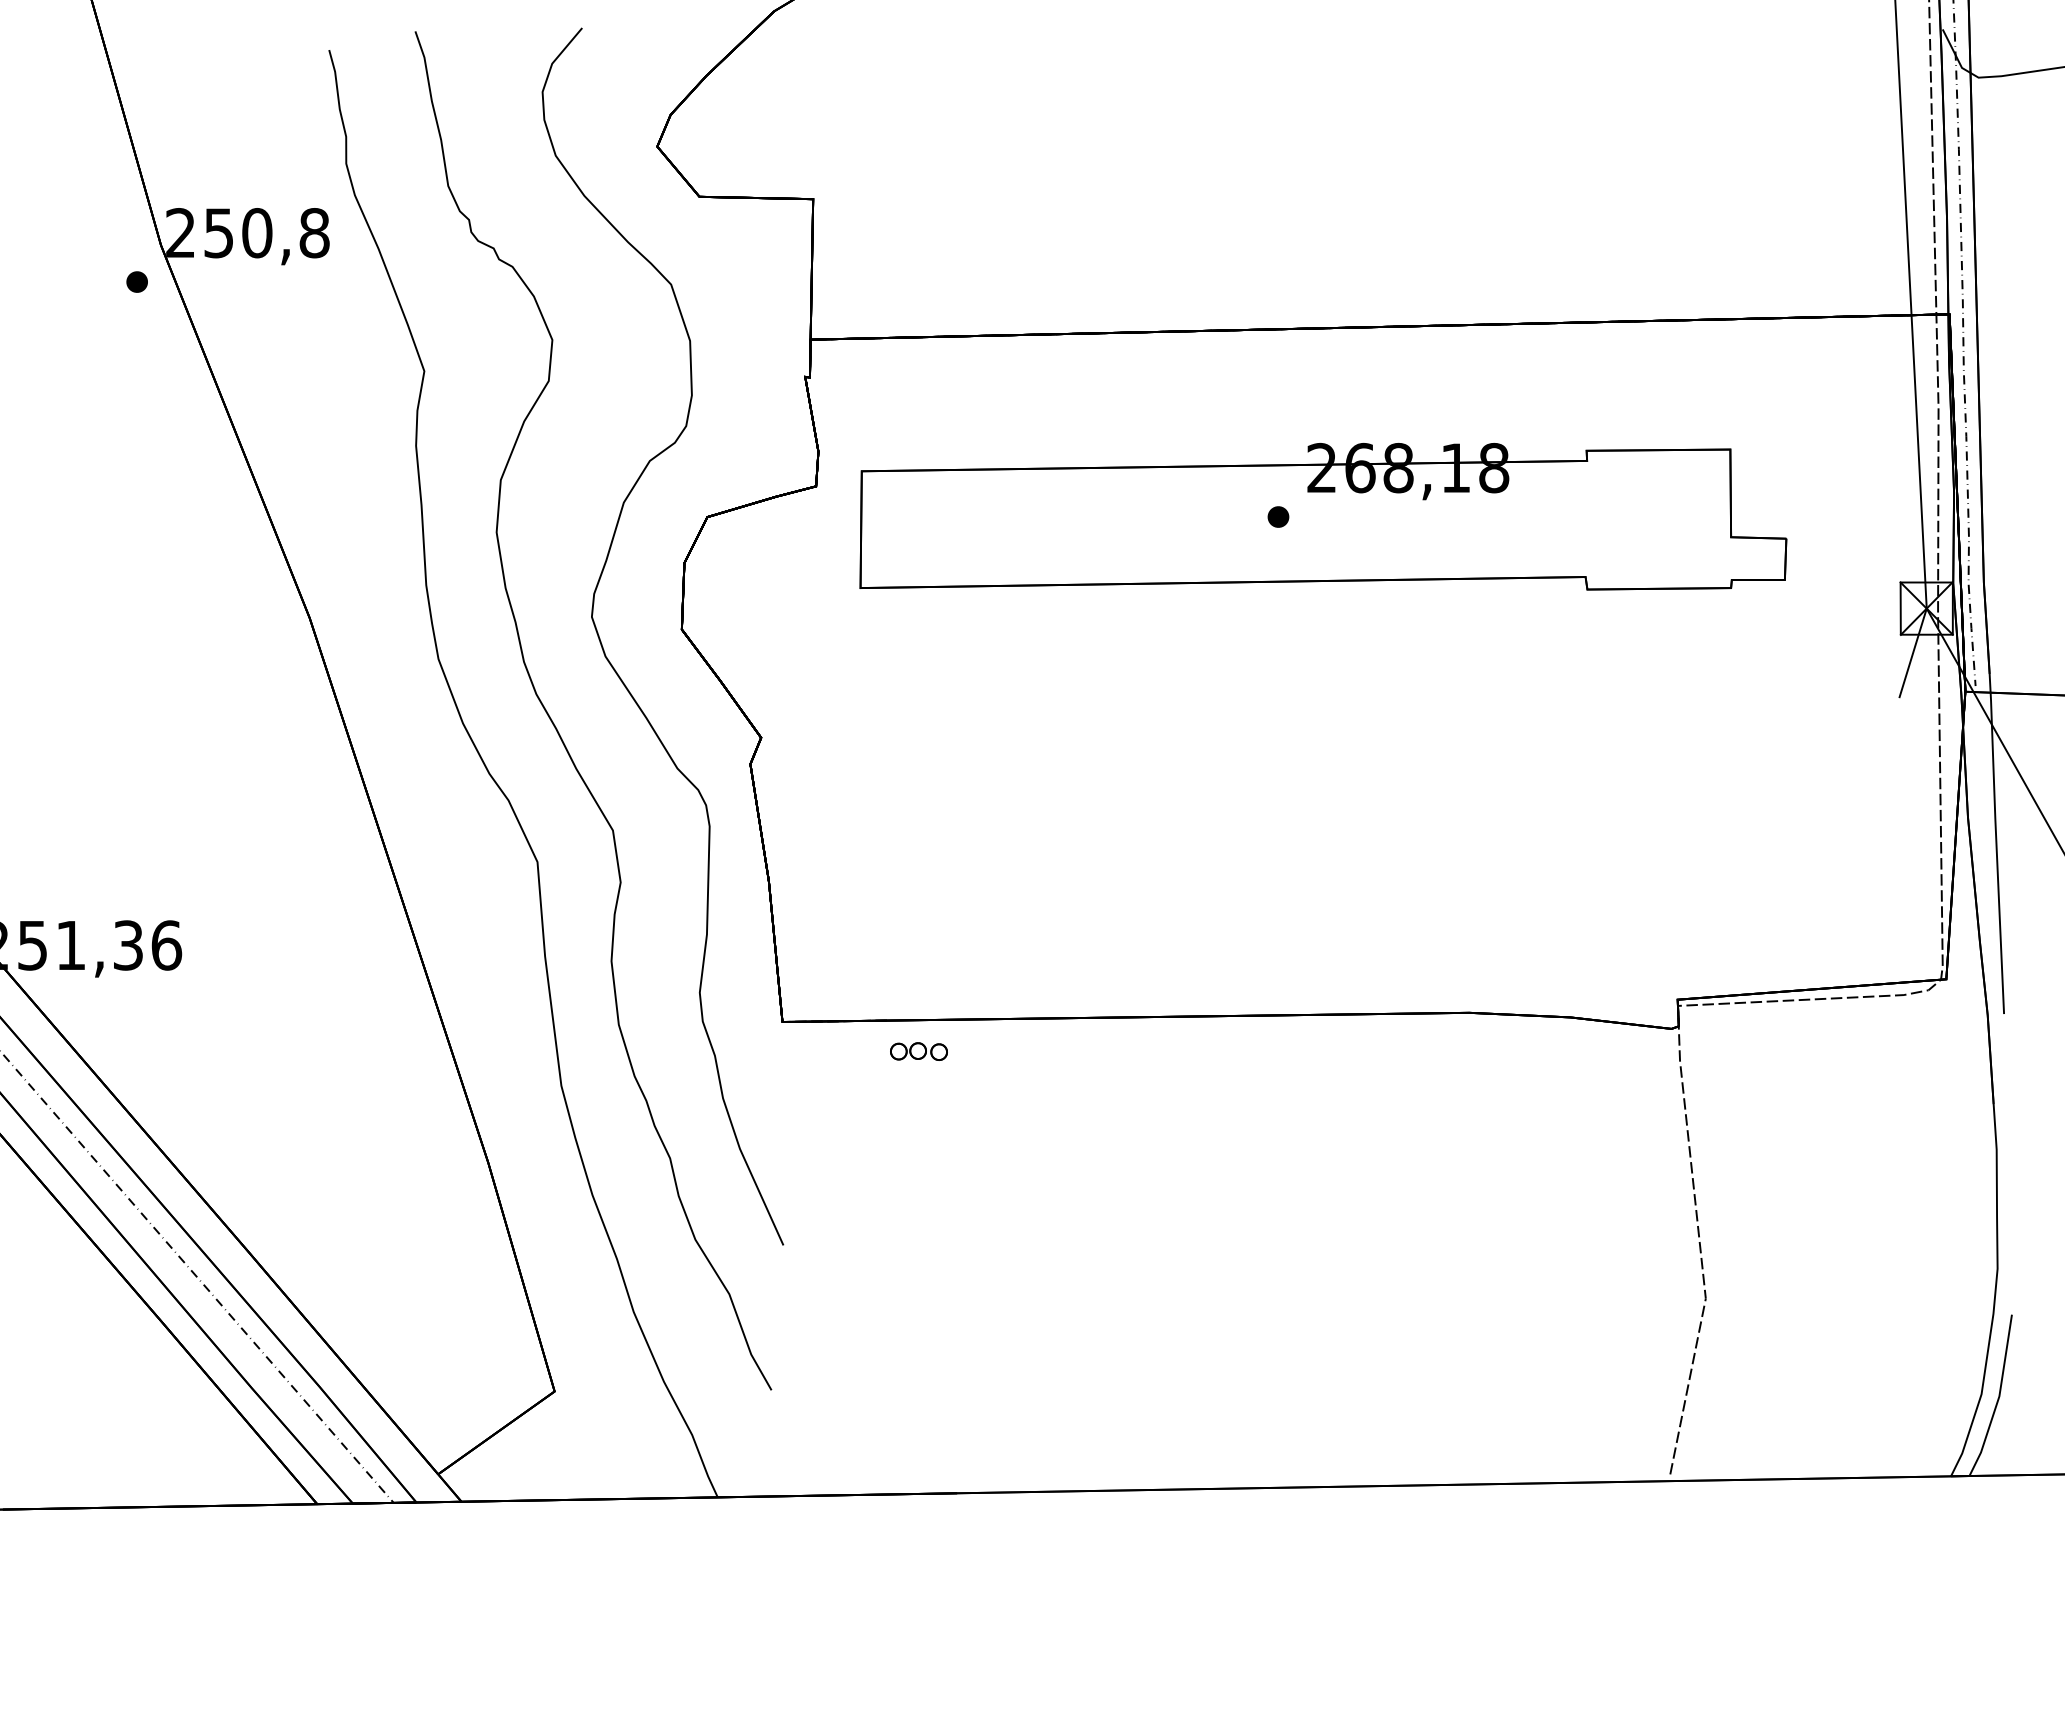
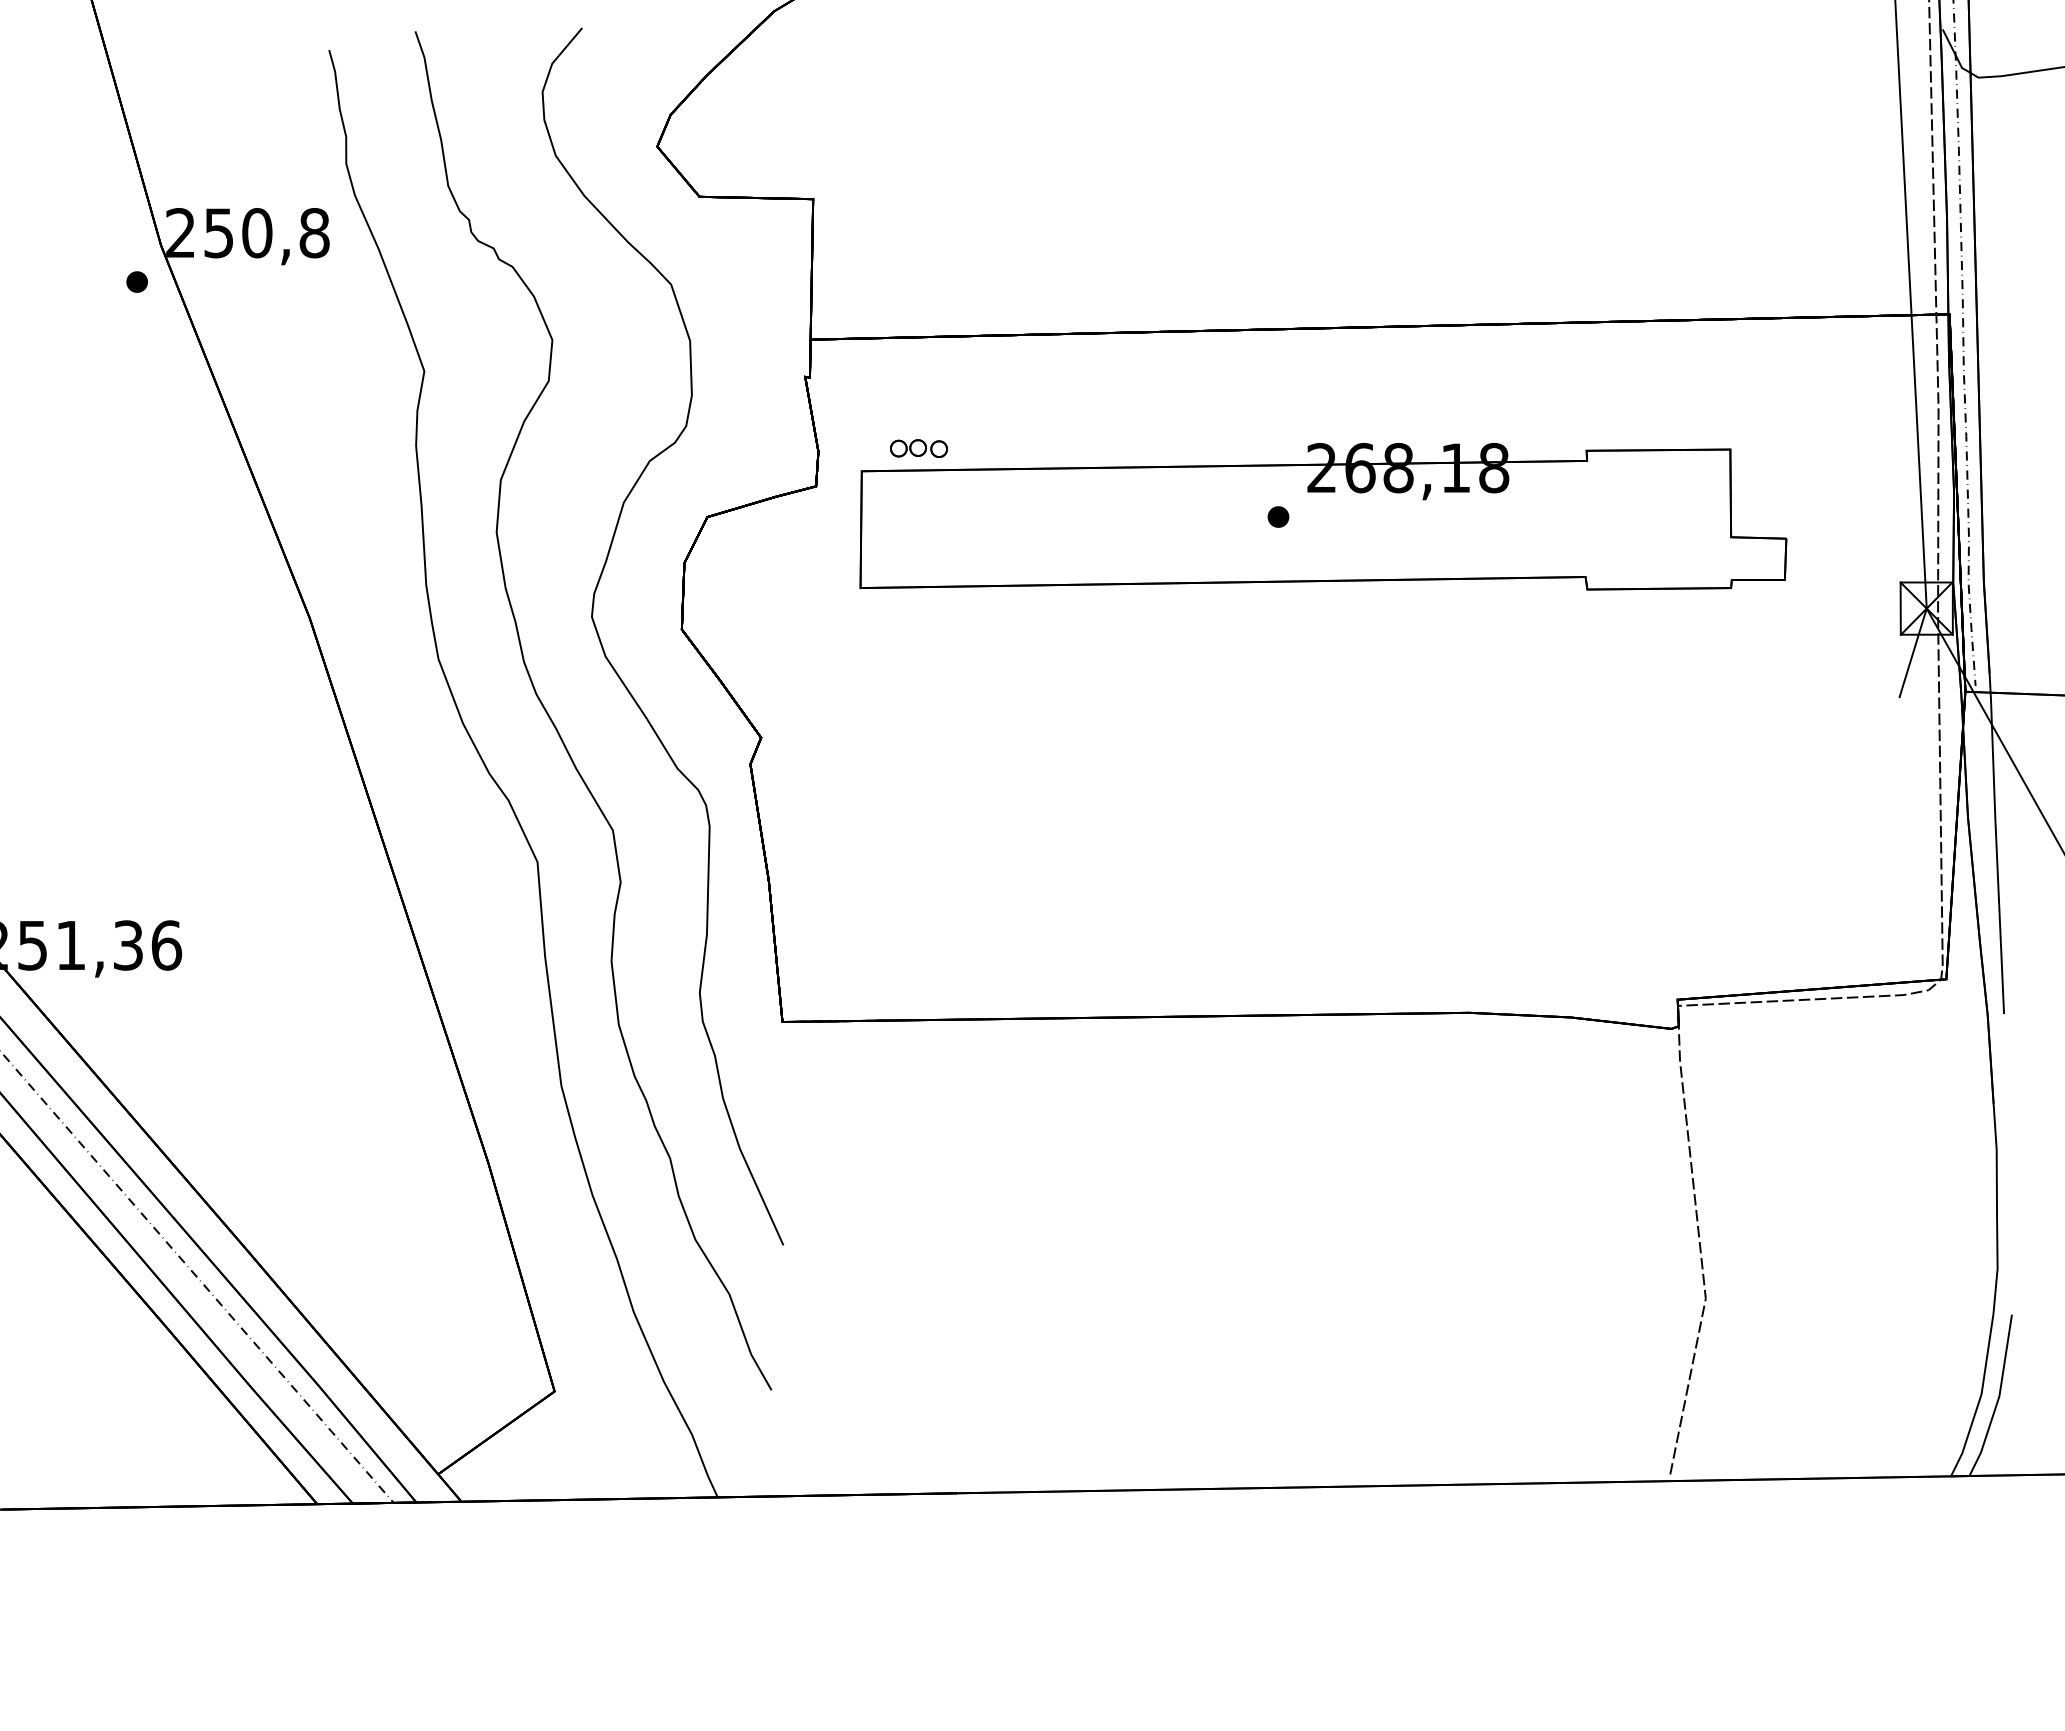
part at (918, 1051) position: (918, 1051) -> (918, 448)
